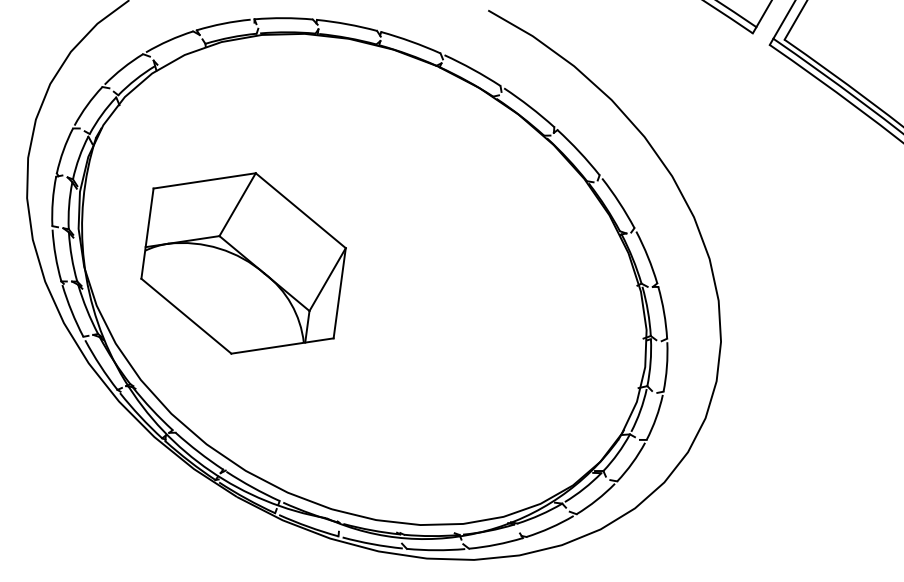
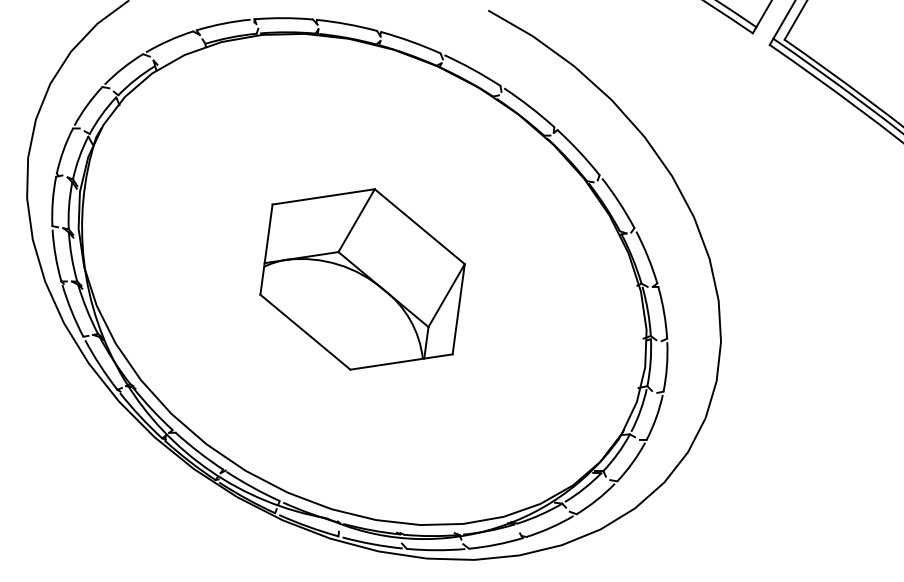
part at (243, 263) position: (243, 263) -> (362, 279)
